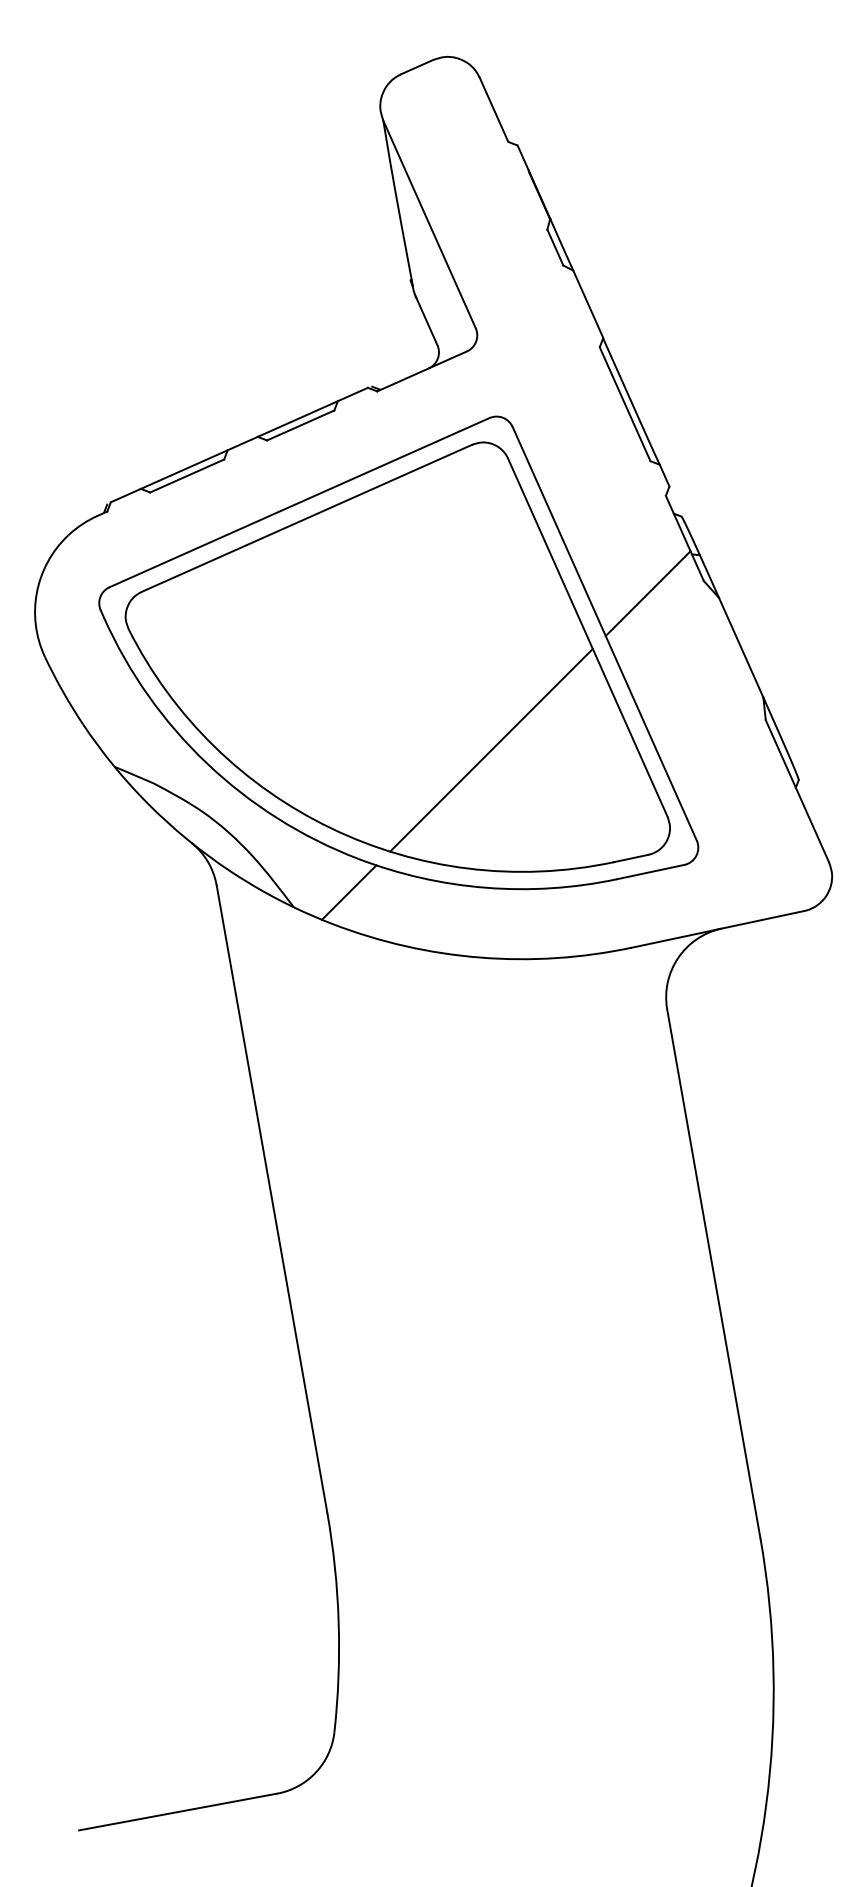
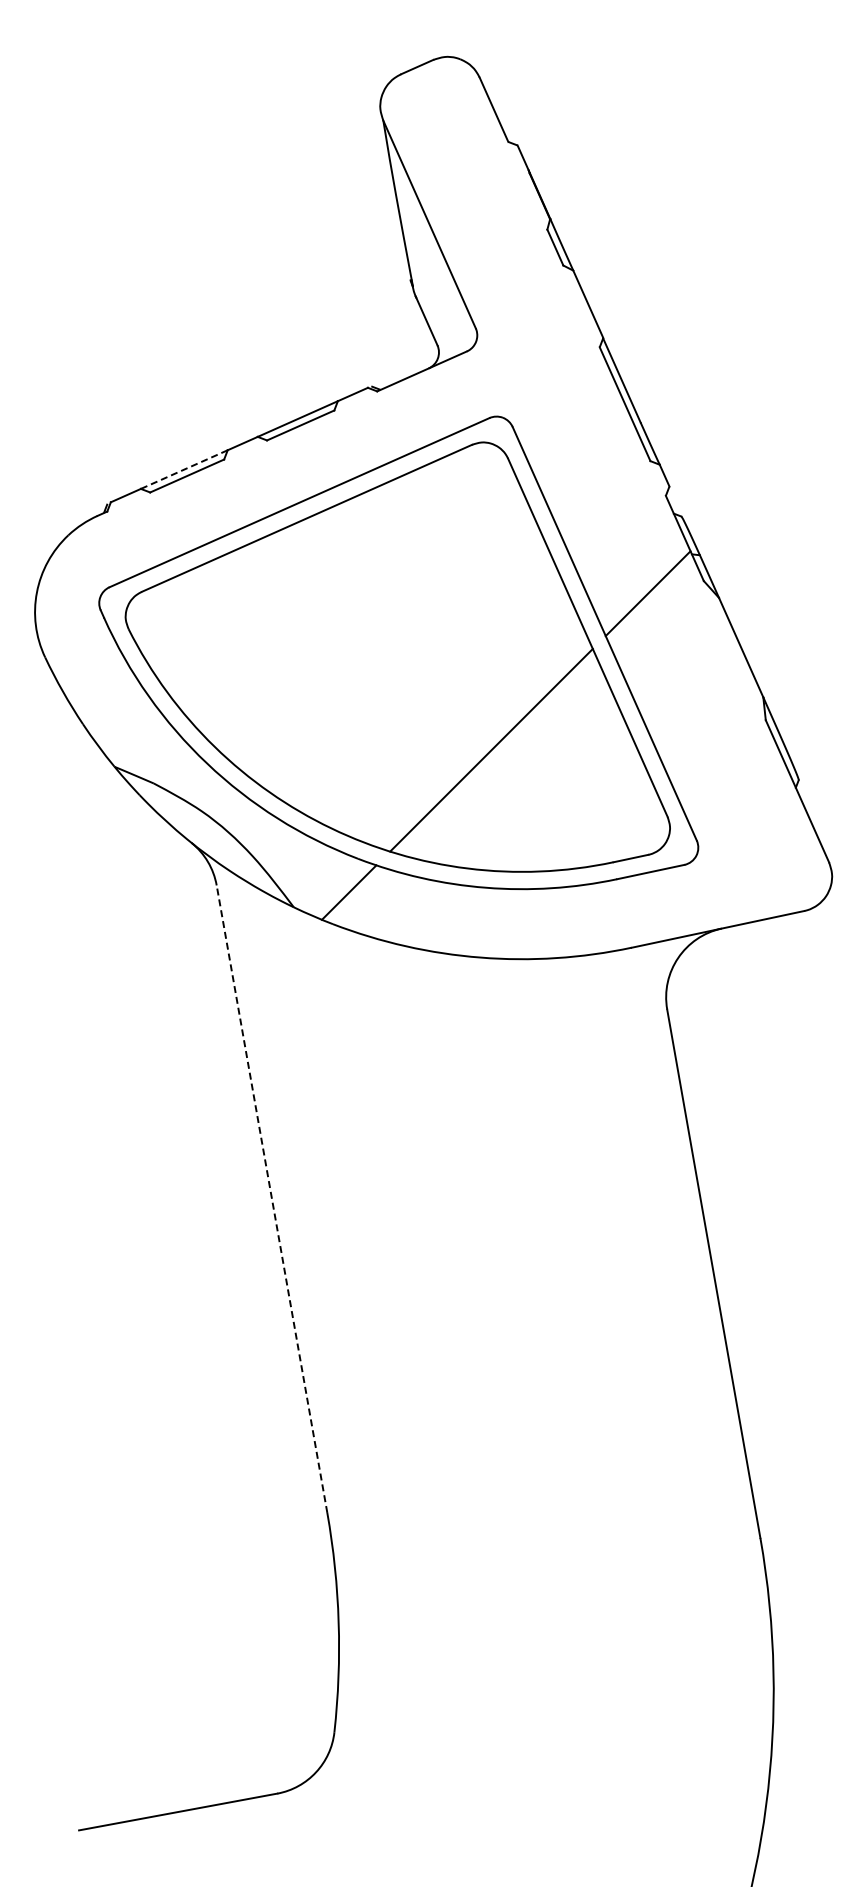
line at (184, 469): solid -> dashed
line at (272, 1199): solid -> dashed
